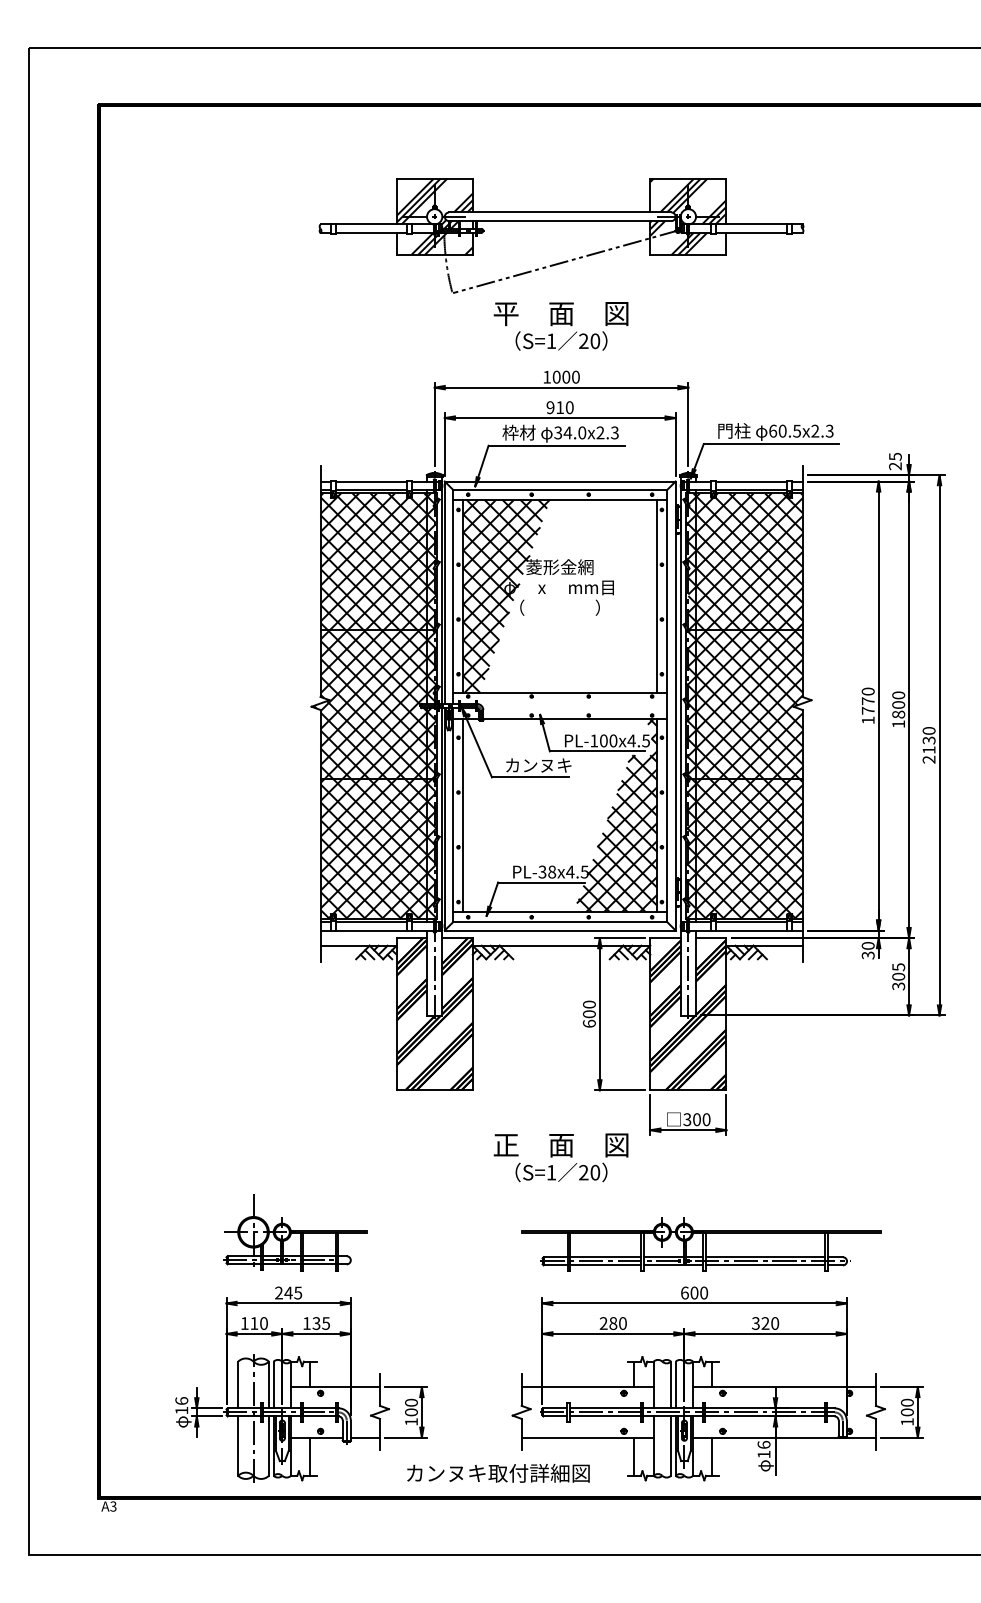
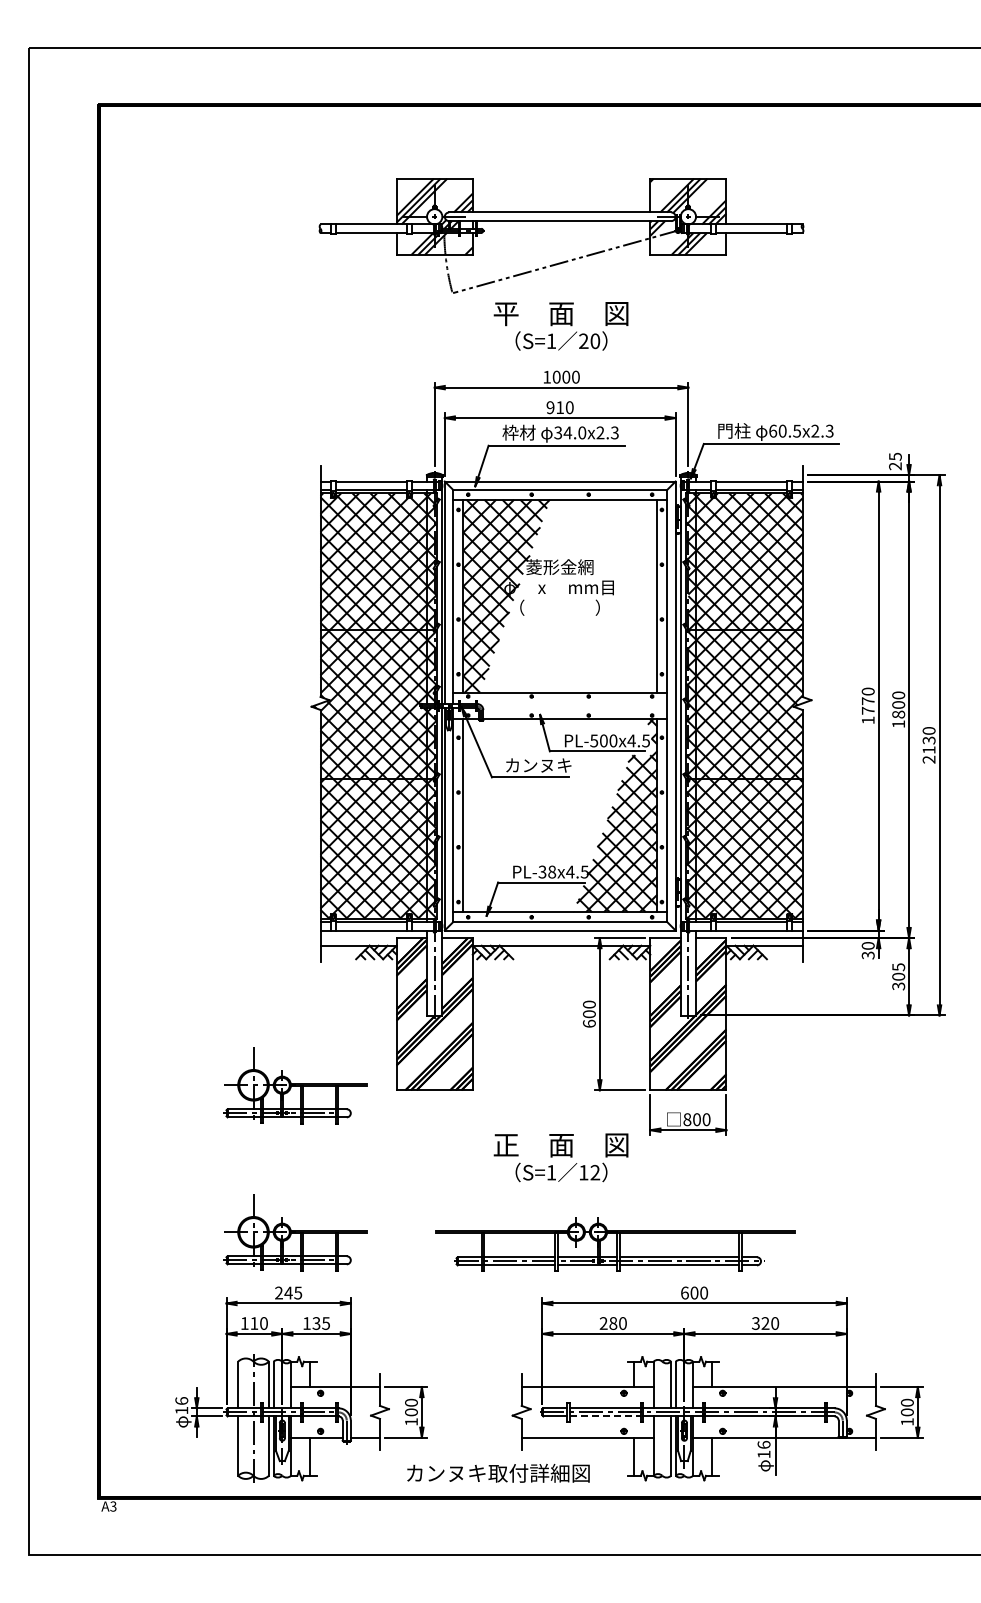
text at (594, 740): PL-100x4.5 -> PL-500x4.5
part at (295, 1085): none -> present
text at (687, 1119): 300 -> 800
text at (589, 1172): 20 -> 12
part at (701, 1244) position: (701, 1244) -> (615, 1244)
line at (605, 1416): solid -> dashed
